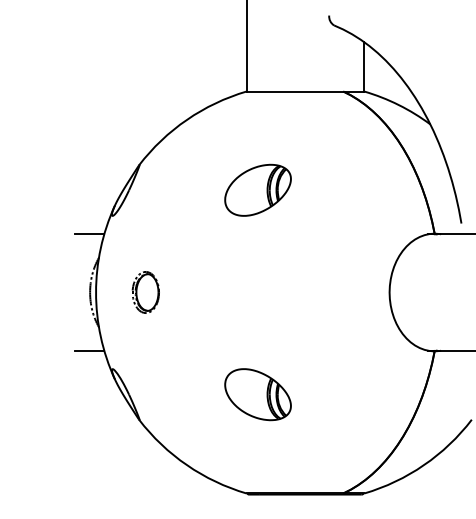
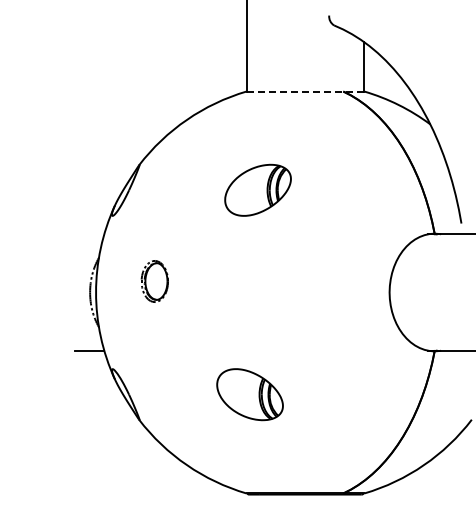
line at (305, 91): solid -> dashed
line at (89, 234): present -> none
part at (145, 292) position: (145, 292) -> (154, 281)
part at (257, 394) position: (257, 394) -> (249, 394)
